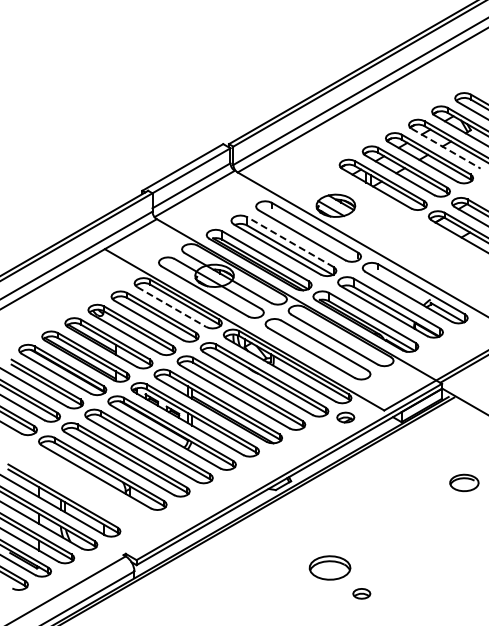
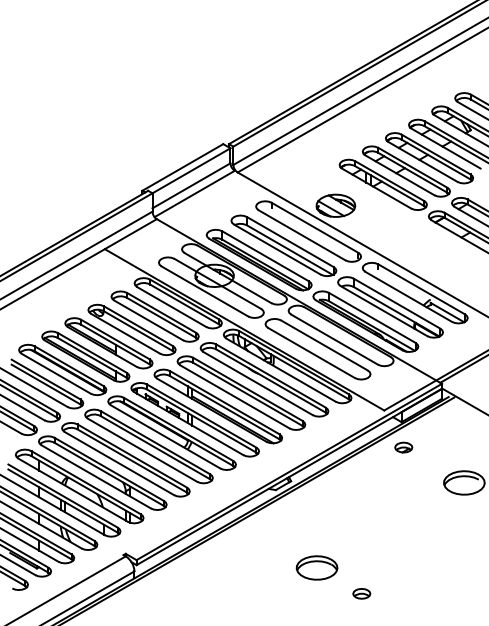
line at (446, 148): dashed -> solid
line at (289, 241): dashed -> solid
line at (171, 307): dashed -> solid
part at (345, 417) position: (345, 417) -> (403, 447)
part at (464, 482) size: 31x20 px -> 43x26 px
part at (79, 486): none -> present
part at (329, 567) position: (329, 567) -> (316, 567)
